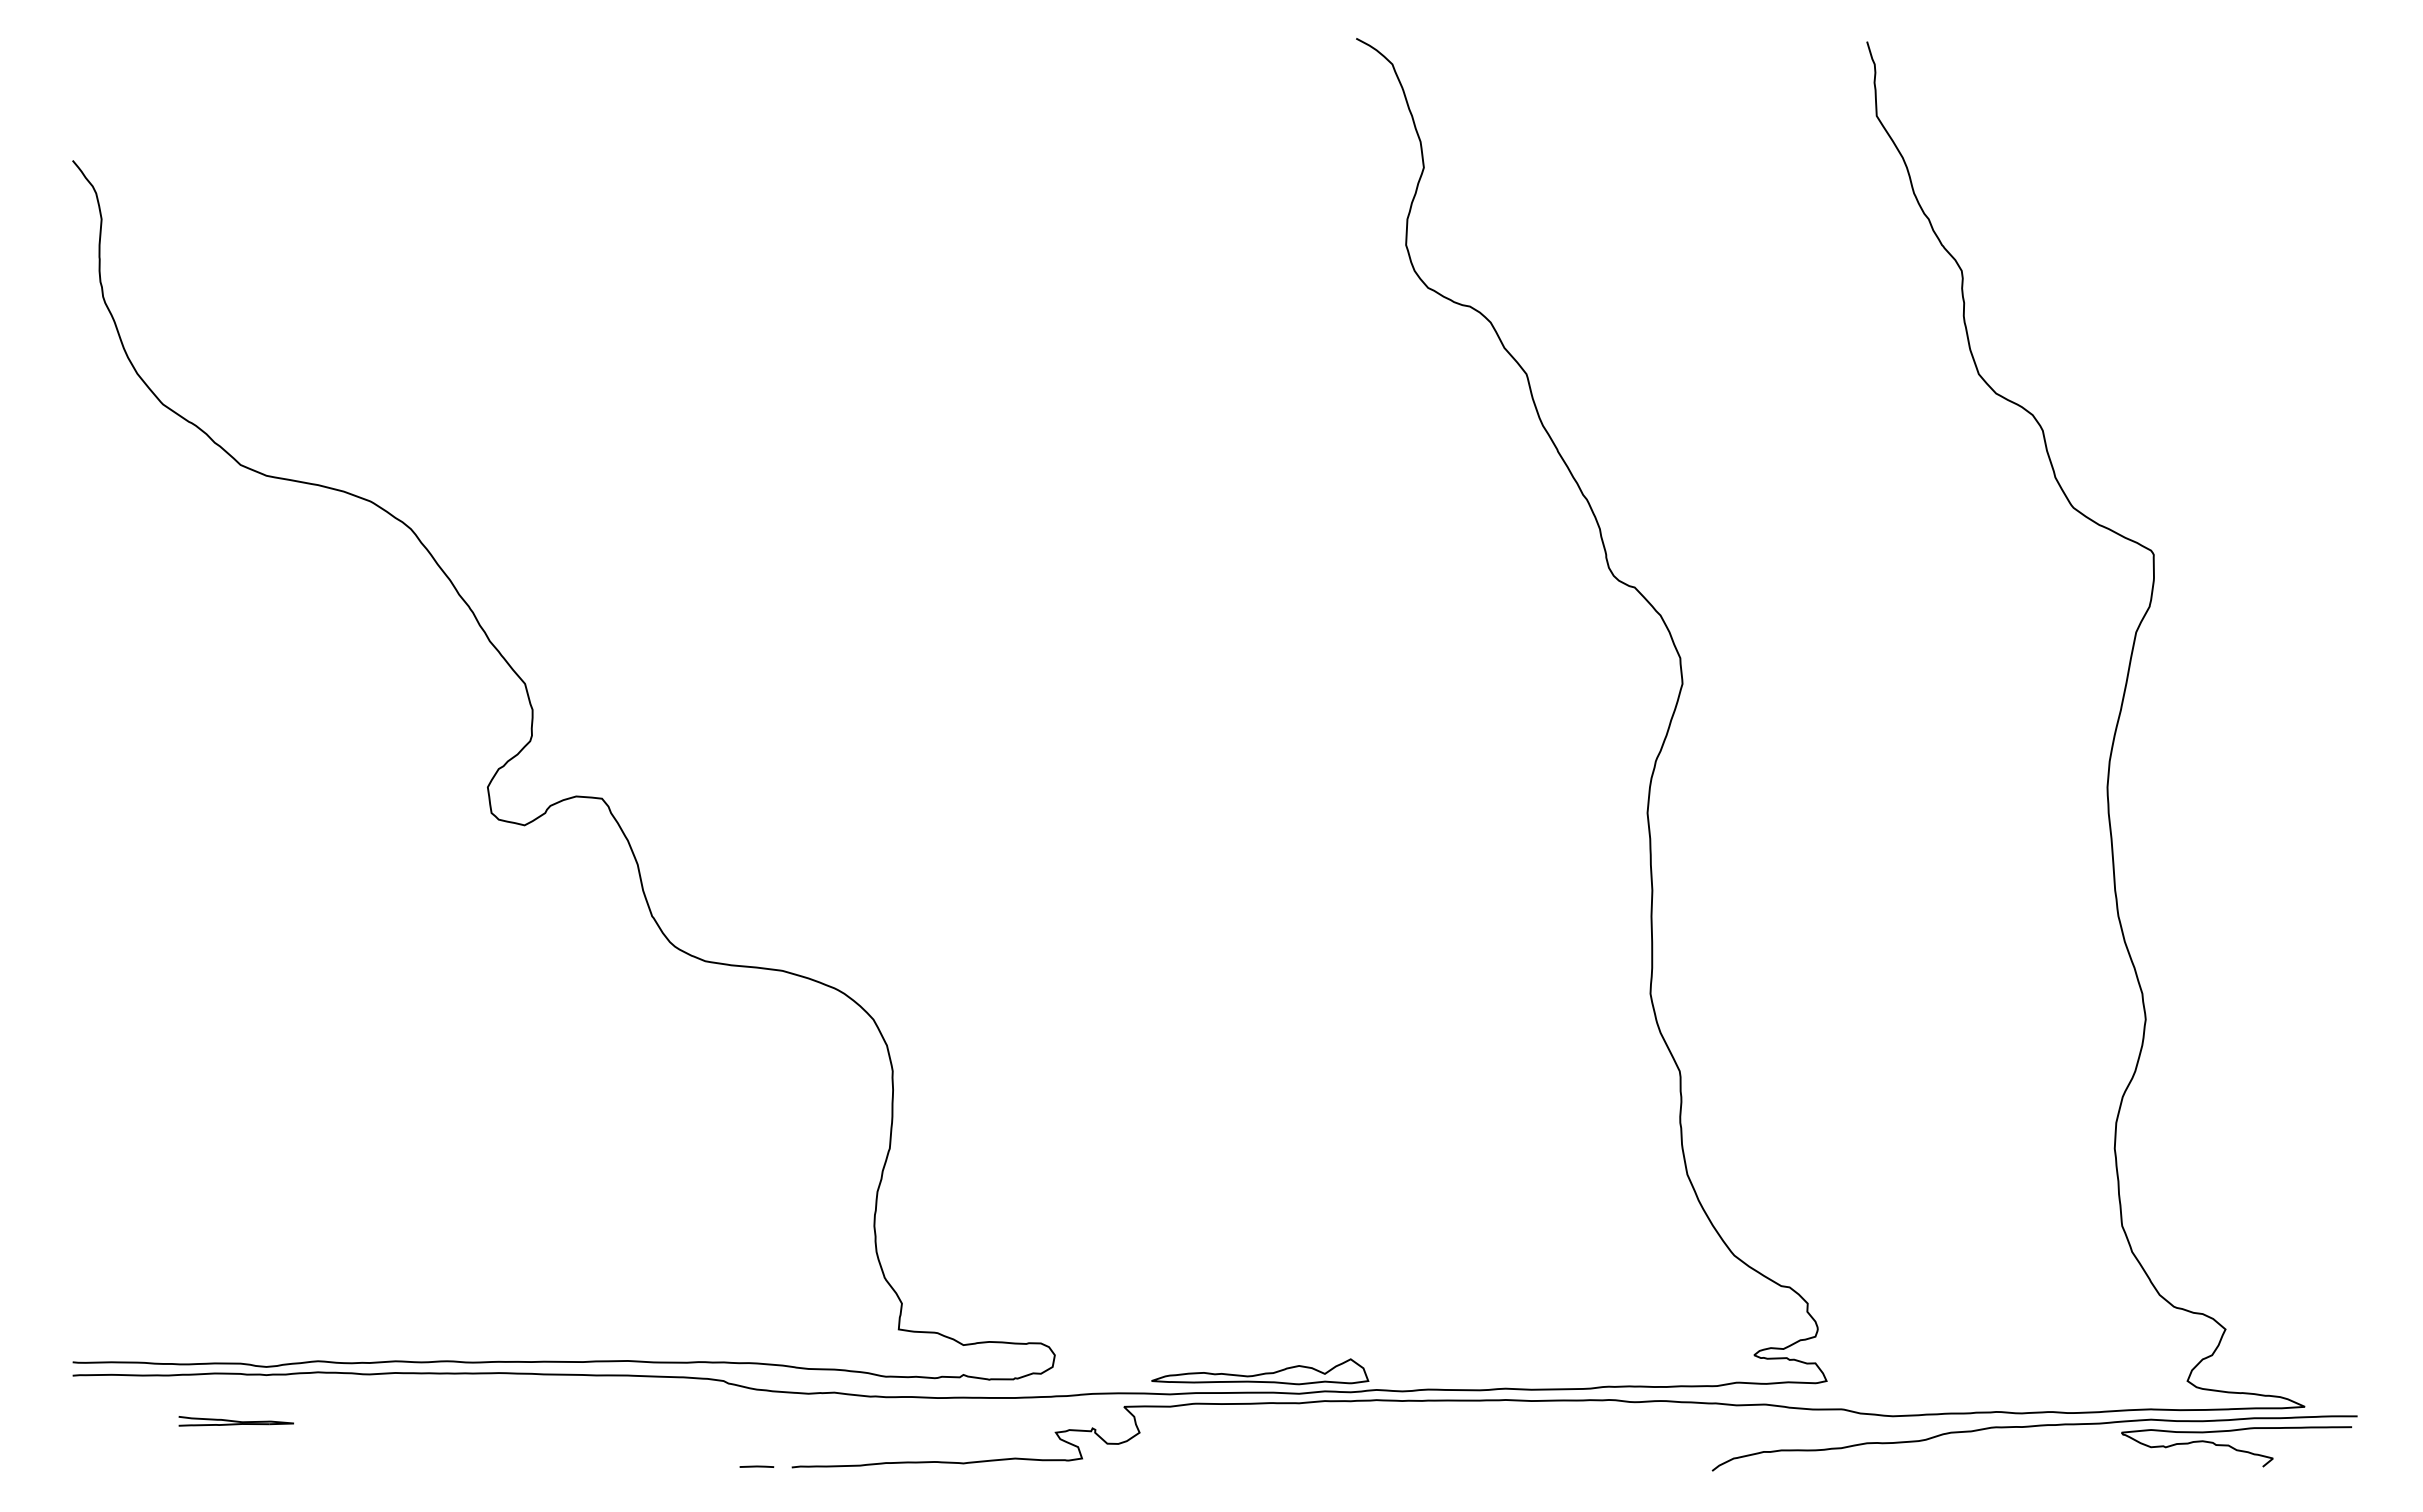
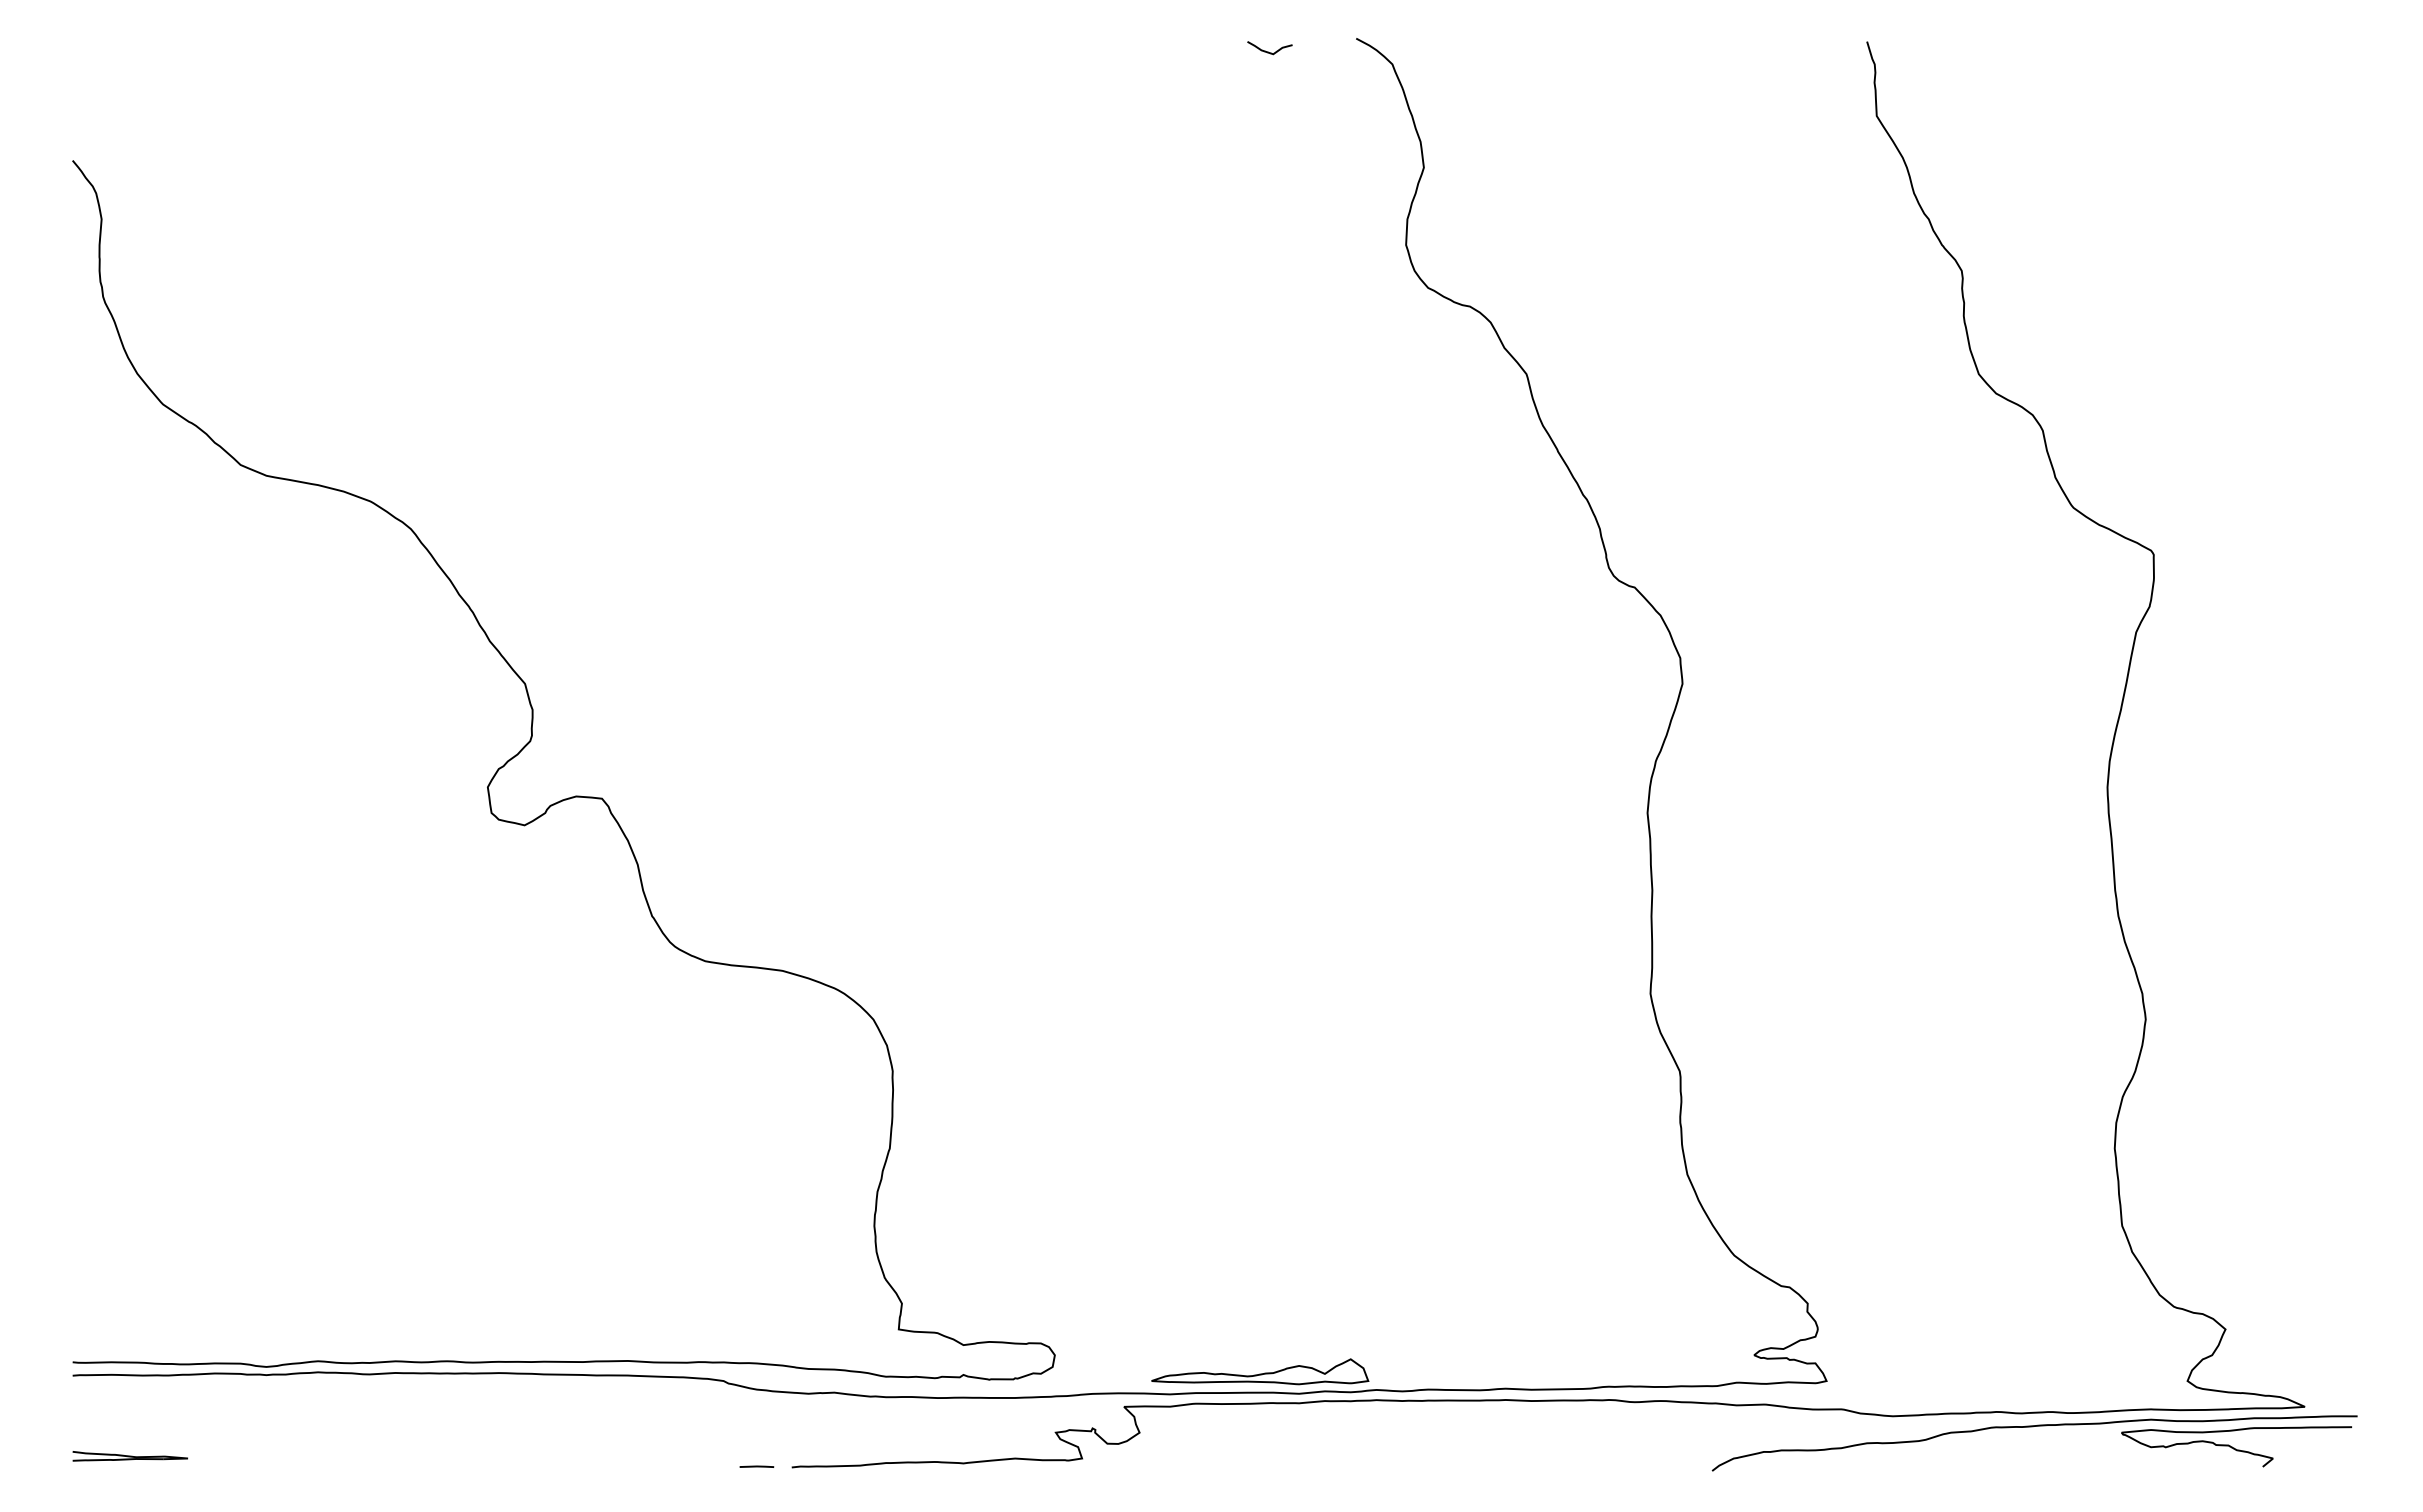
curve at (1268, 51): none -> present
part at (235, 1421) position: (235, 1421) -> (129, 1456)
